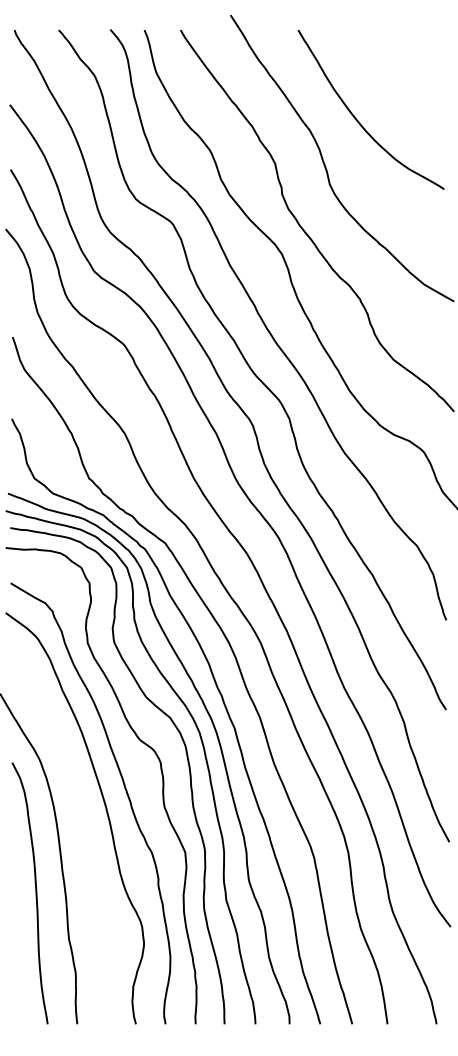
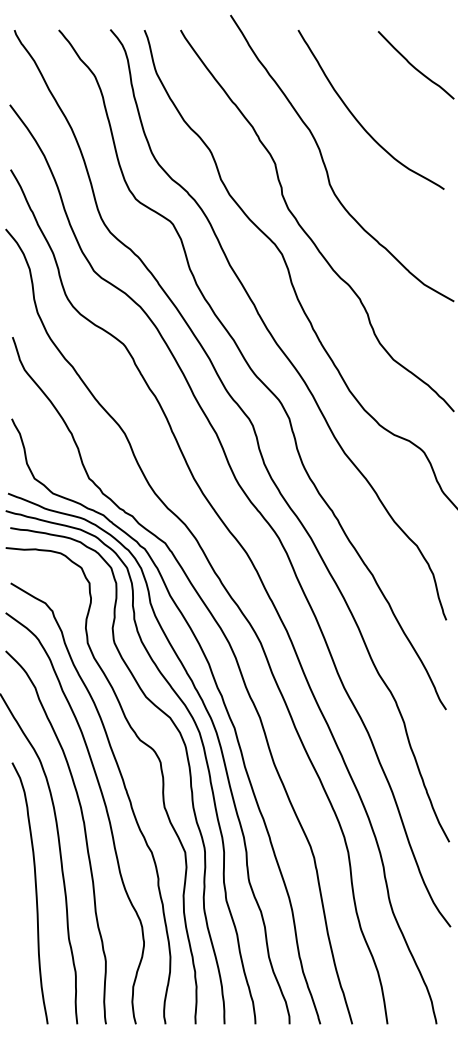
curve at (414, 66): none -> present
curve at (84, 834): none -> present
